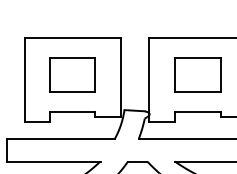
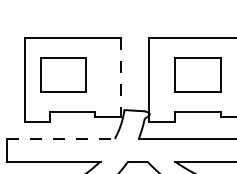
part at (72, 74) position: (72, 74) -> (63, 74)
line at (120, 77): solid -> dashed
line at (61, 138): solid -> dashed
